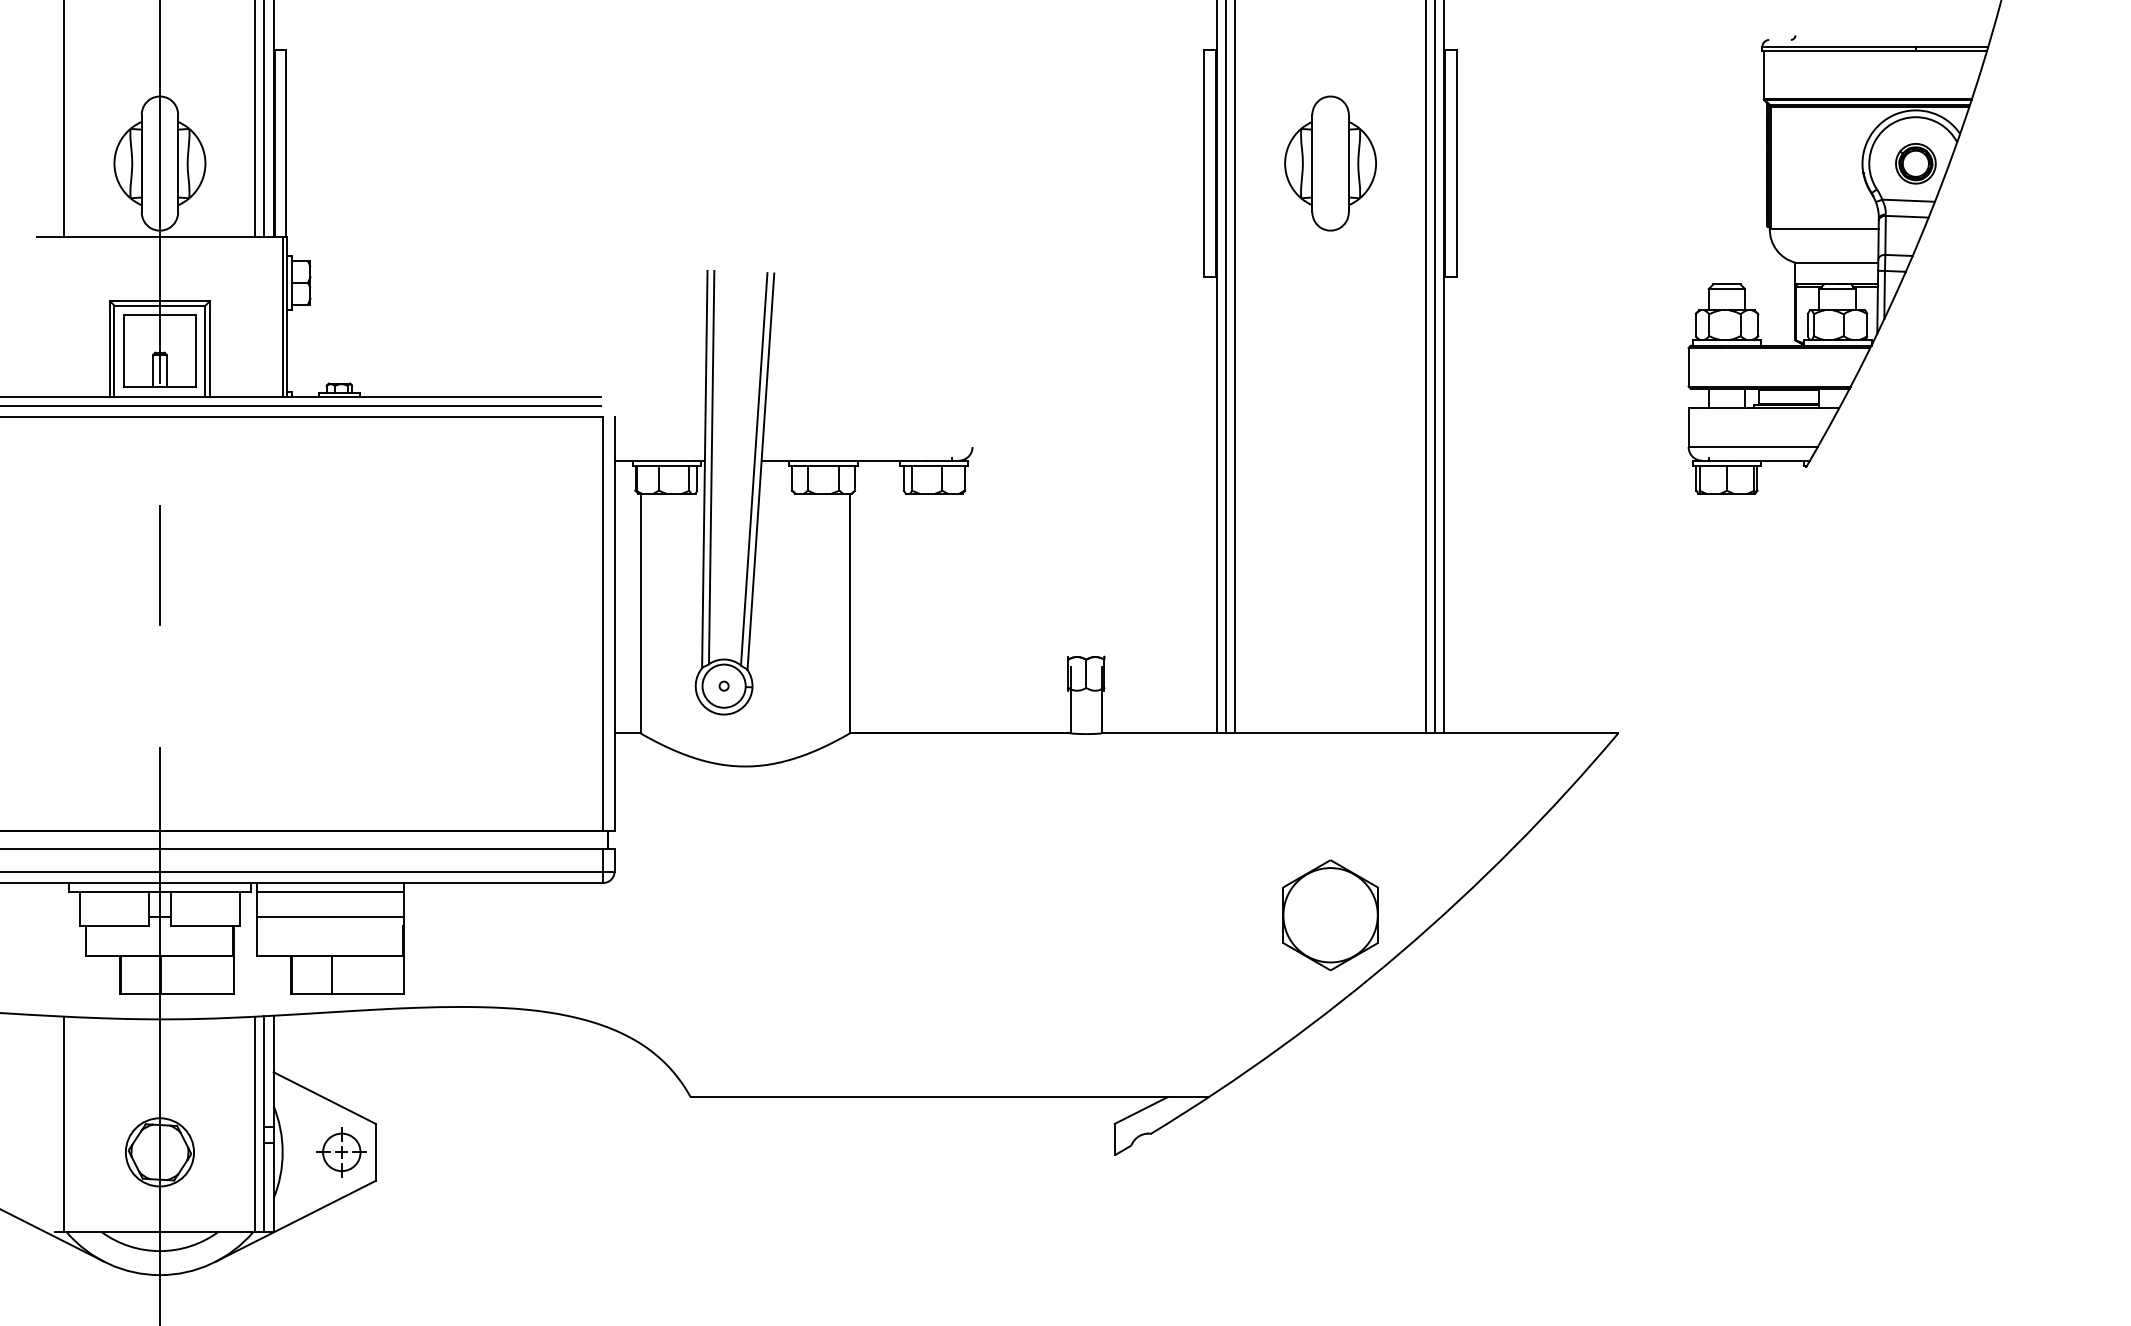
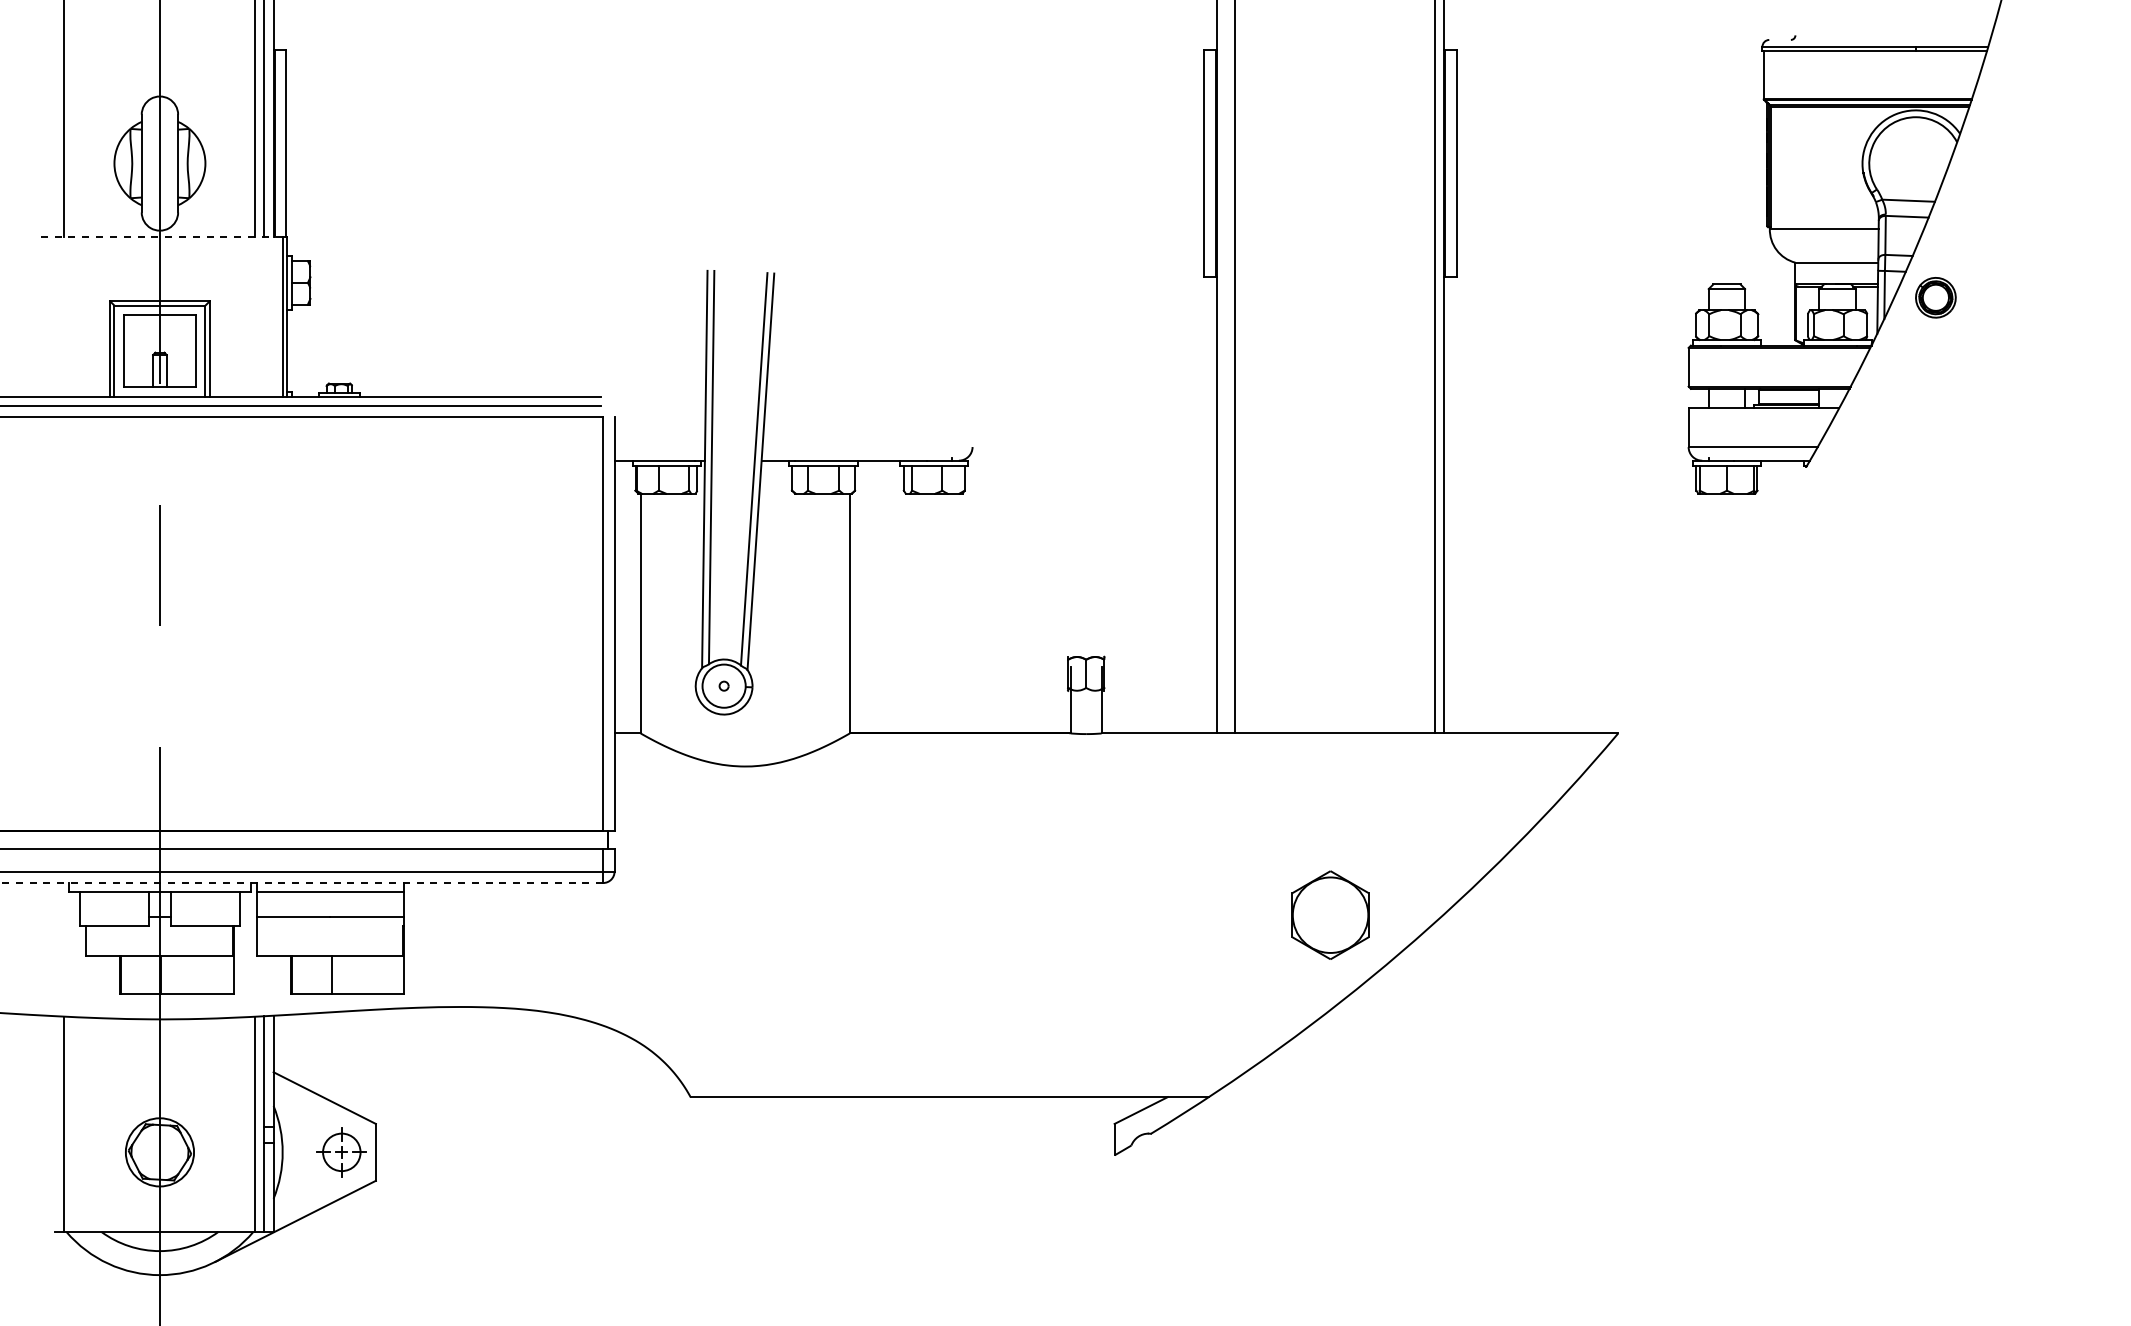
part at (1330, 163): present -> none
part at (1915, 163) position: (1915, 163) -> (1935, 297)
line at (159, 237): solid -> dashed
line at (1226, 367): present -> none
line at (1426, 367): present -> none
line at (301, 883): solid -> dashed
part at (1330, 914) size: 97x112 px -> 79x90 px
line at (53, 1235): present -> none
